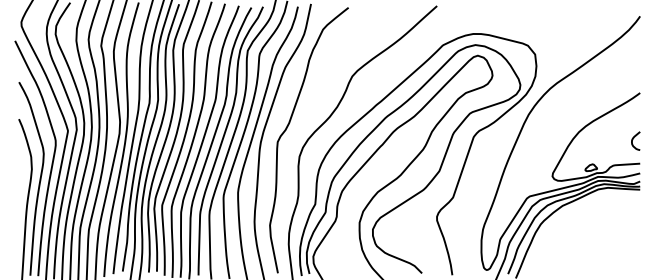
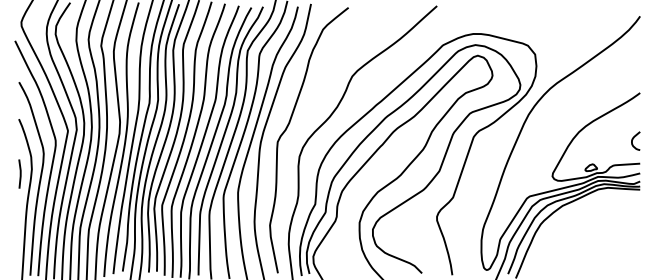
line at (19, 173): none -> present
